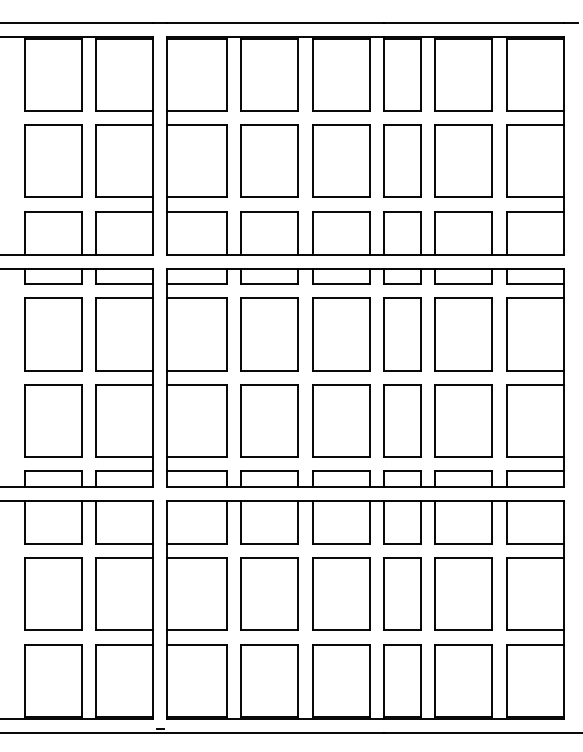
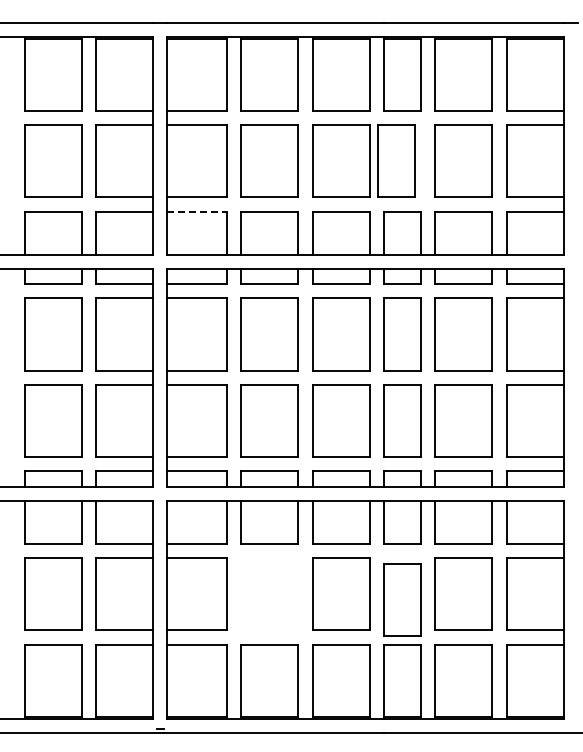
part at (402, 160) position: (402, 160) -> (396, 160)
line at (197, 211): solid -> dashed
part at (269, 593): present -> none
part at (402, 593) position: (402, 593) -> (402, 599)
